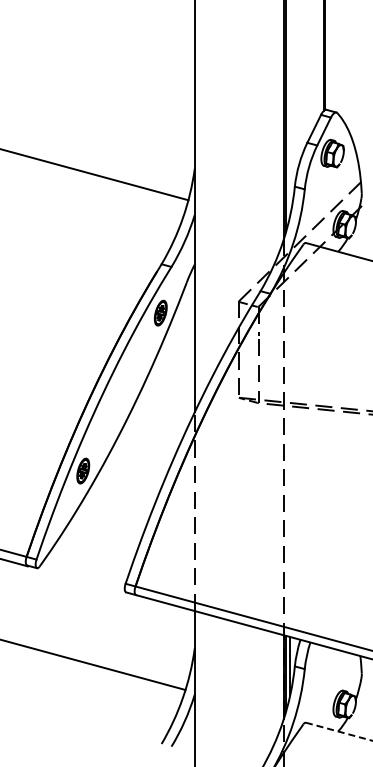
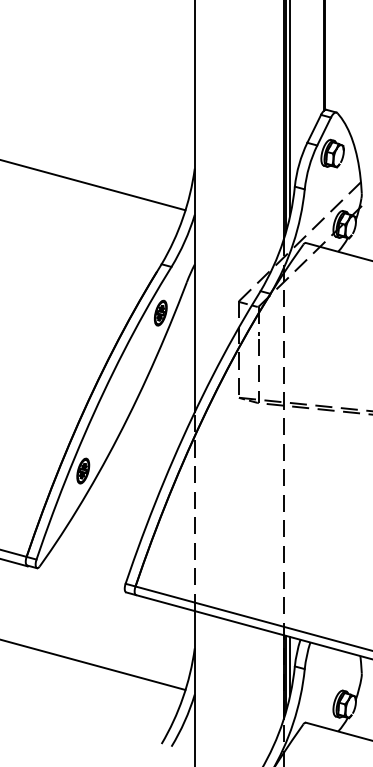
line at (290, 108): none -> present
line at (95, 174) position: (95, 174) -> (93, 185)
line at (338, 731): dashed -> solid
